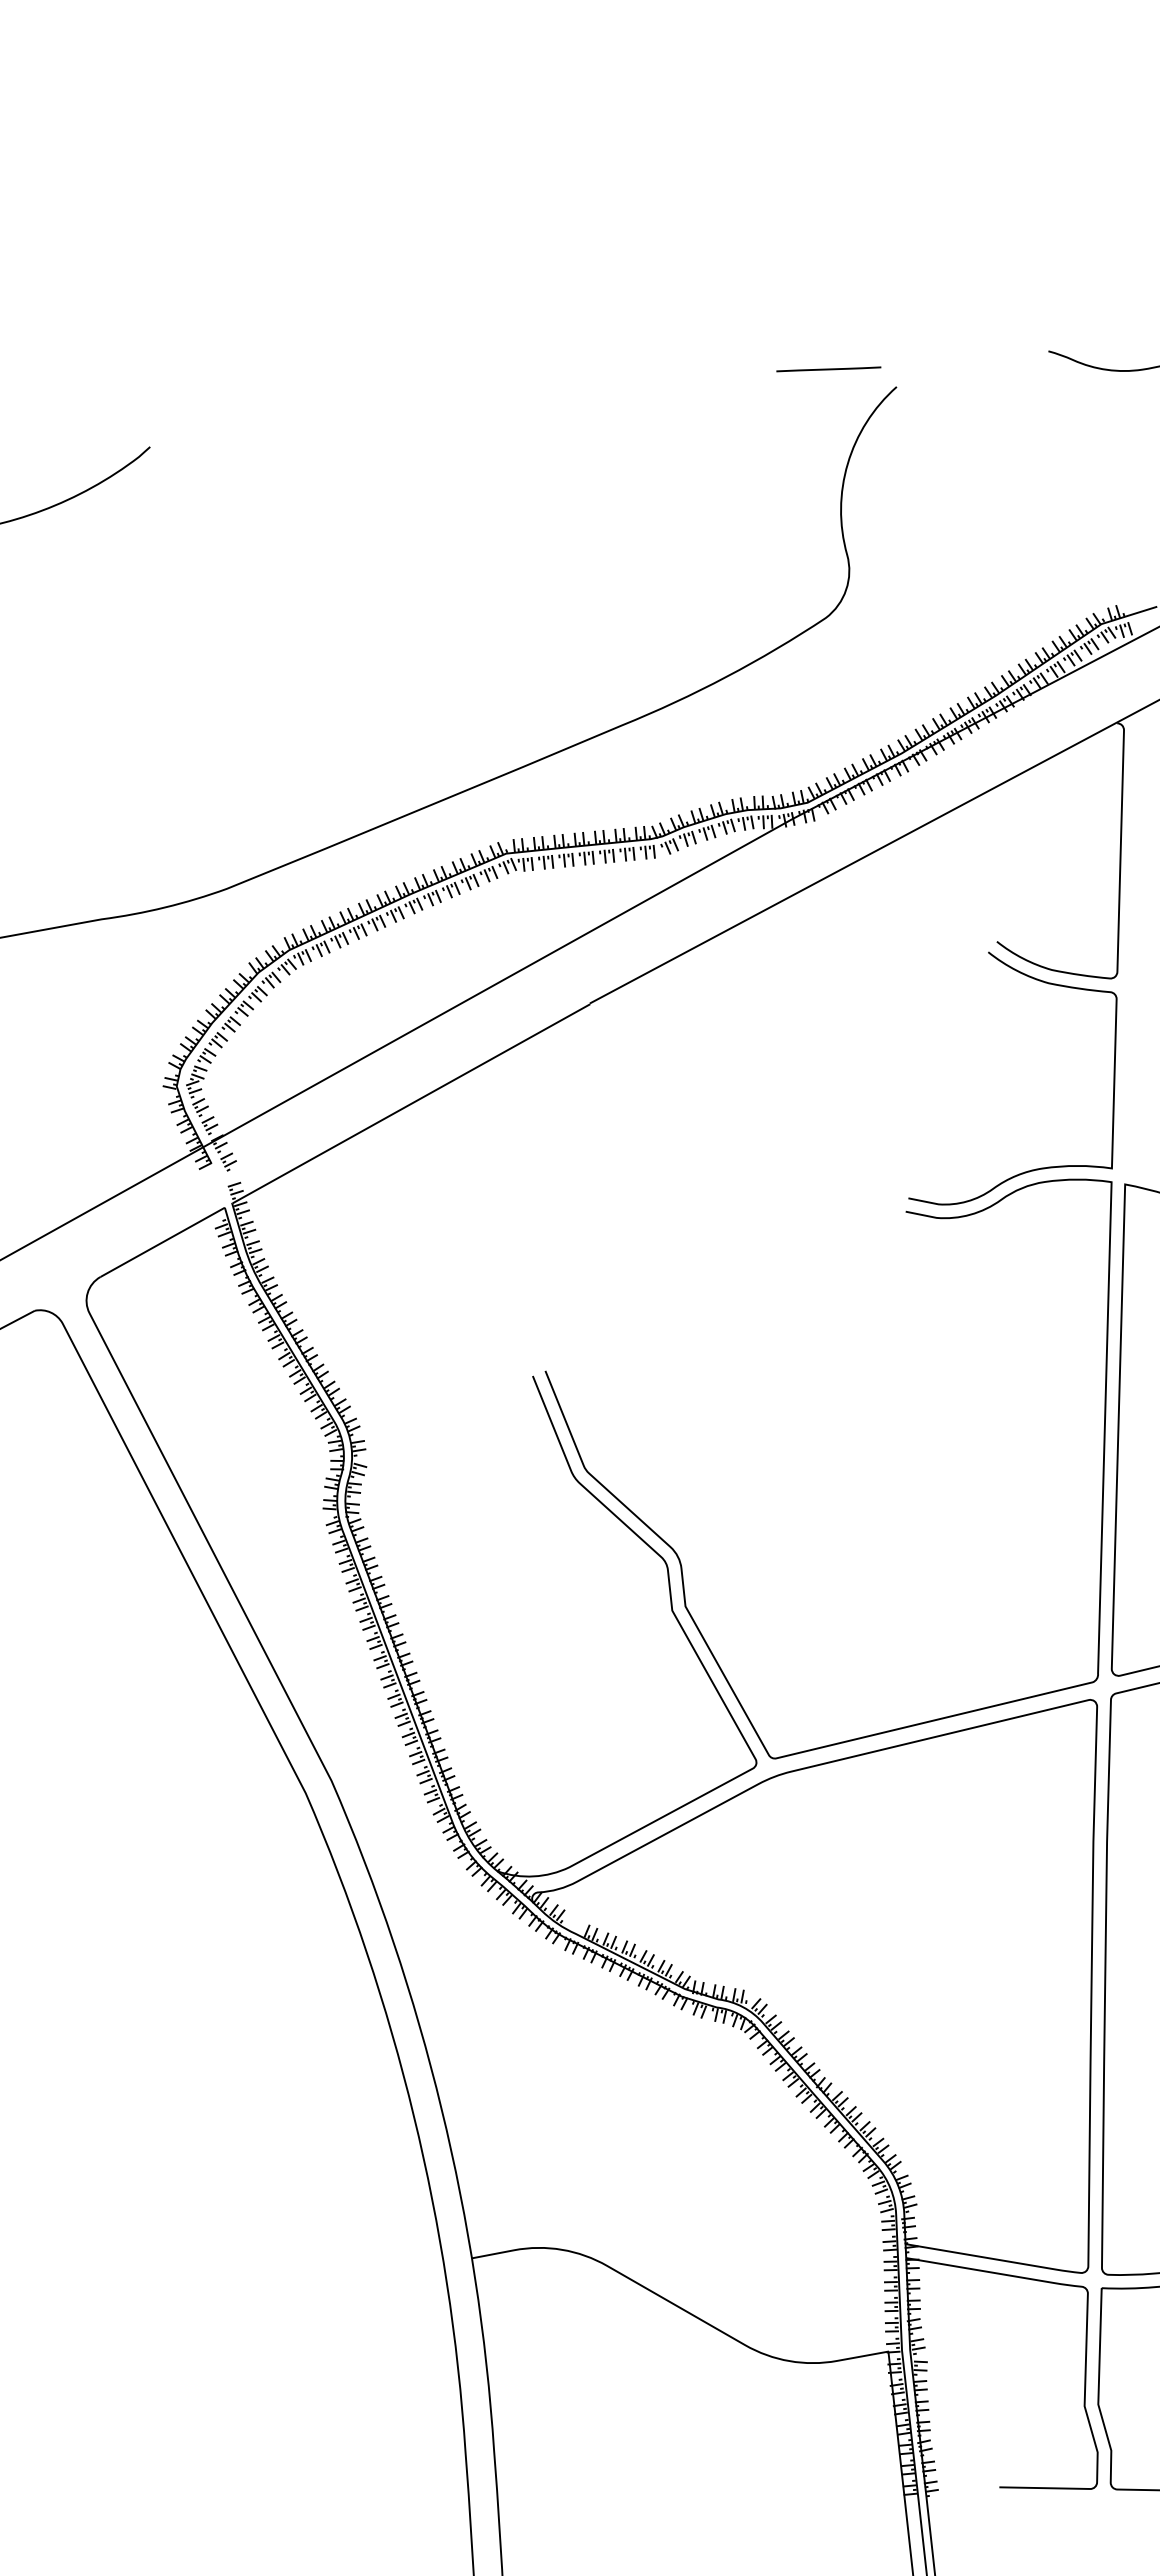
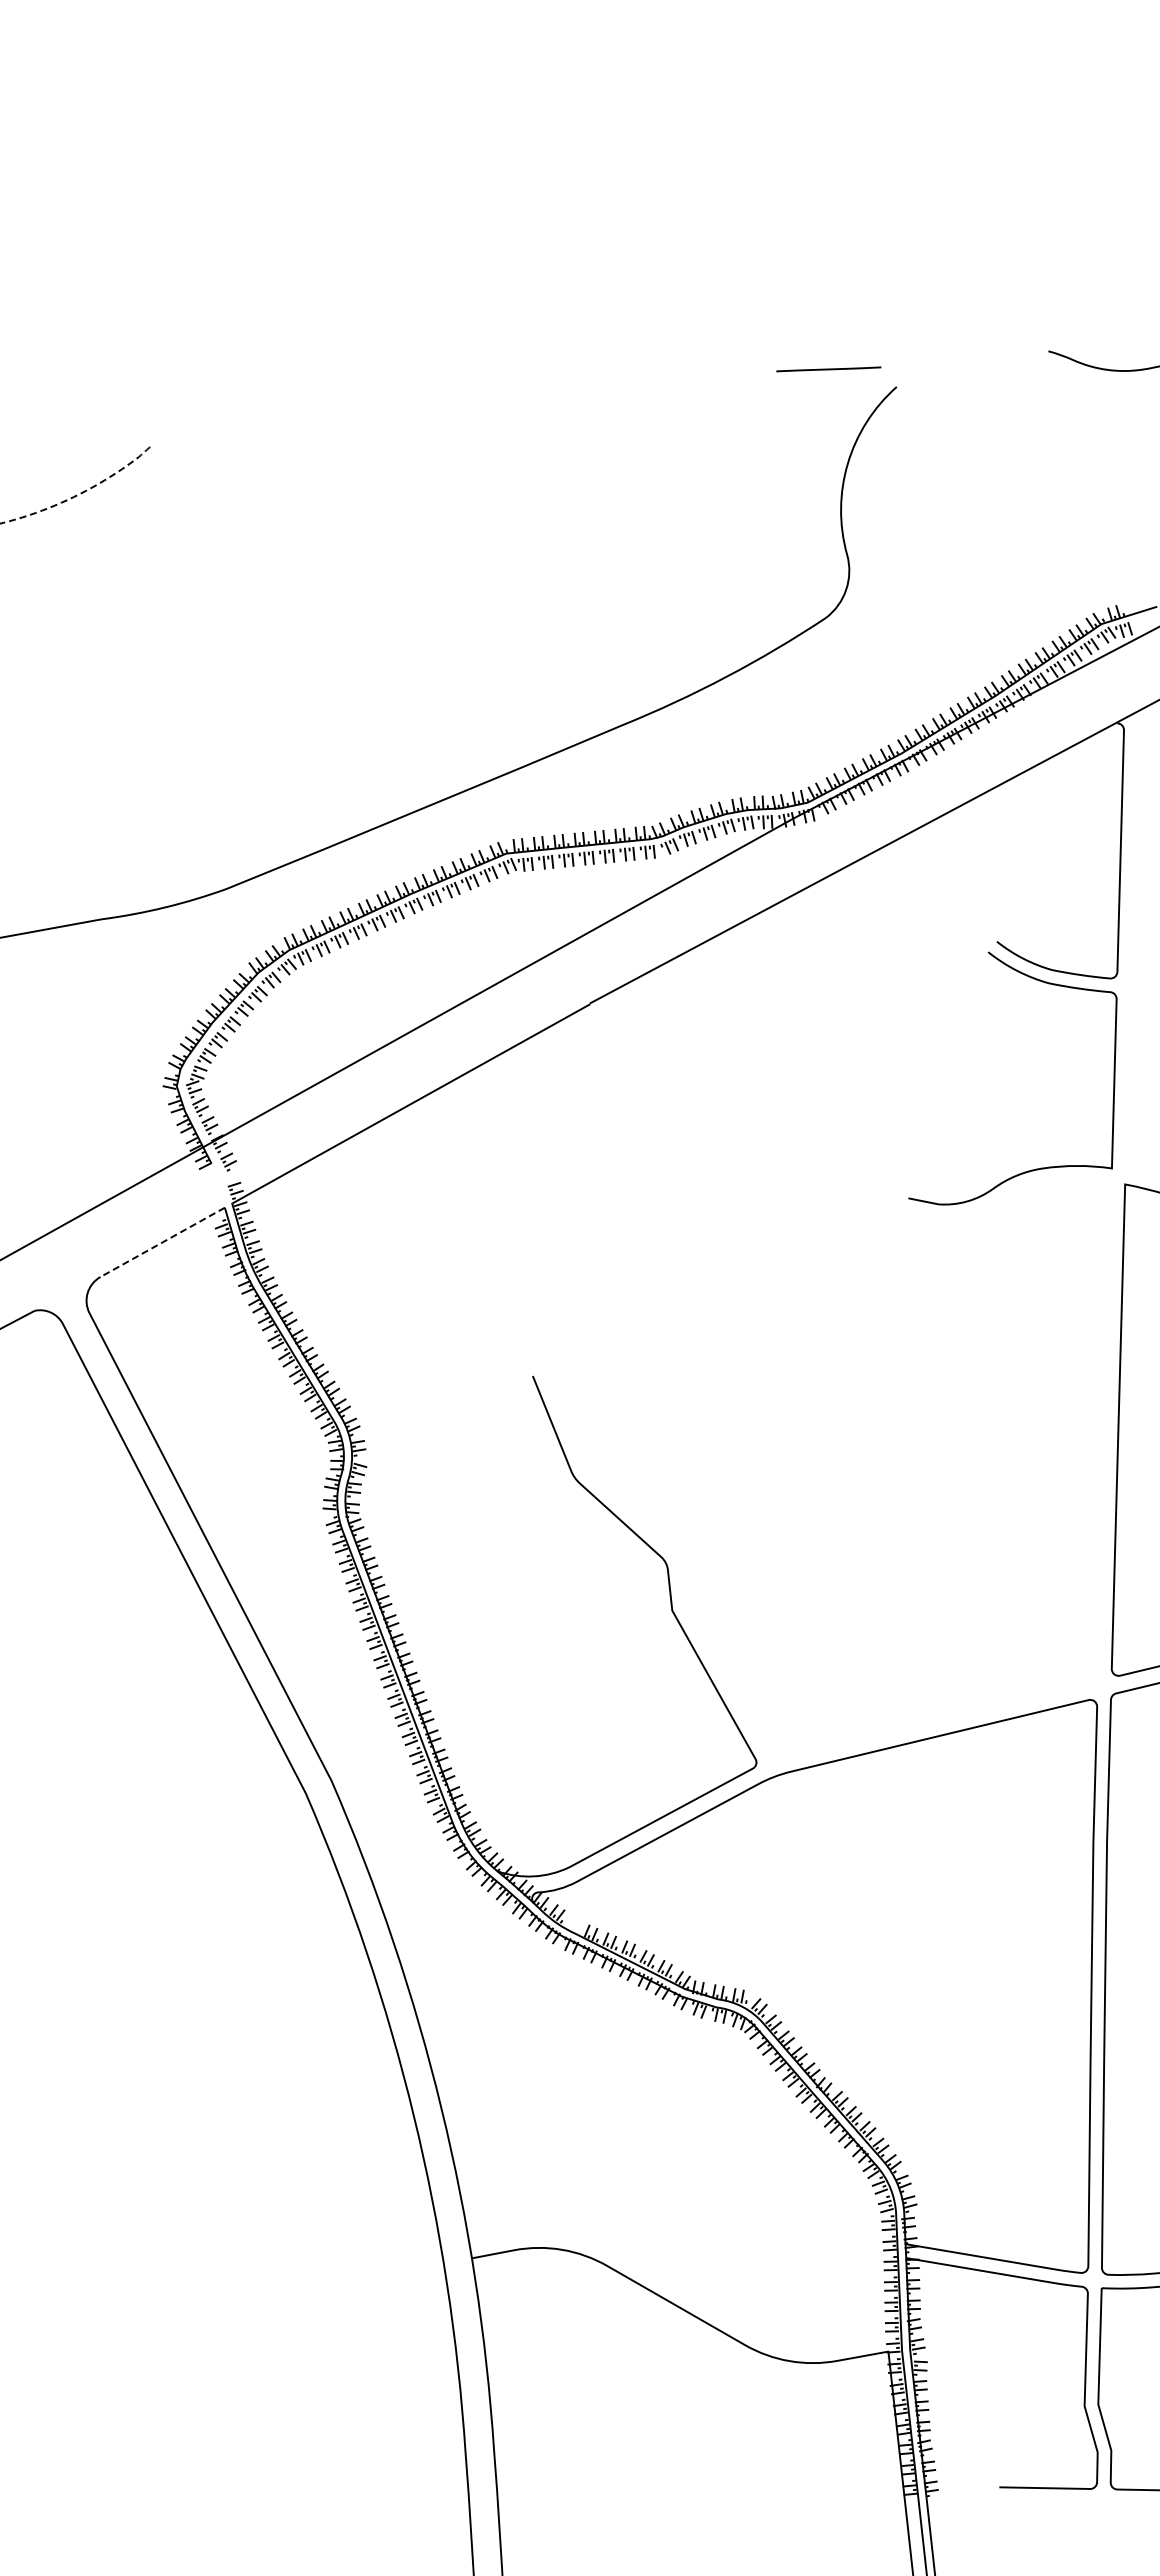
line at (80, 493): solid -> dashed
line at (162, 1242): solid -> dashed
curve at (677, 1553): present -> none
